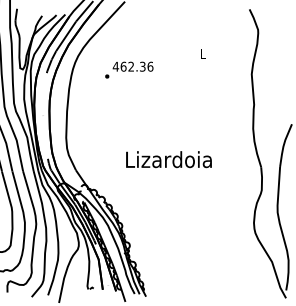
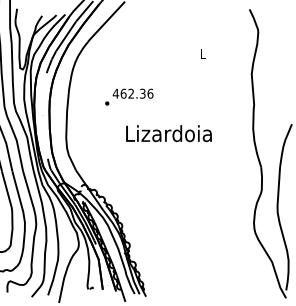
text at (129, 69) position: (129, 69) -> (129, 96)
text at (168, 159) position: (168, 159) -> (168, 133)
